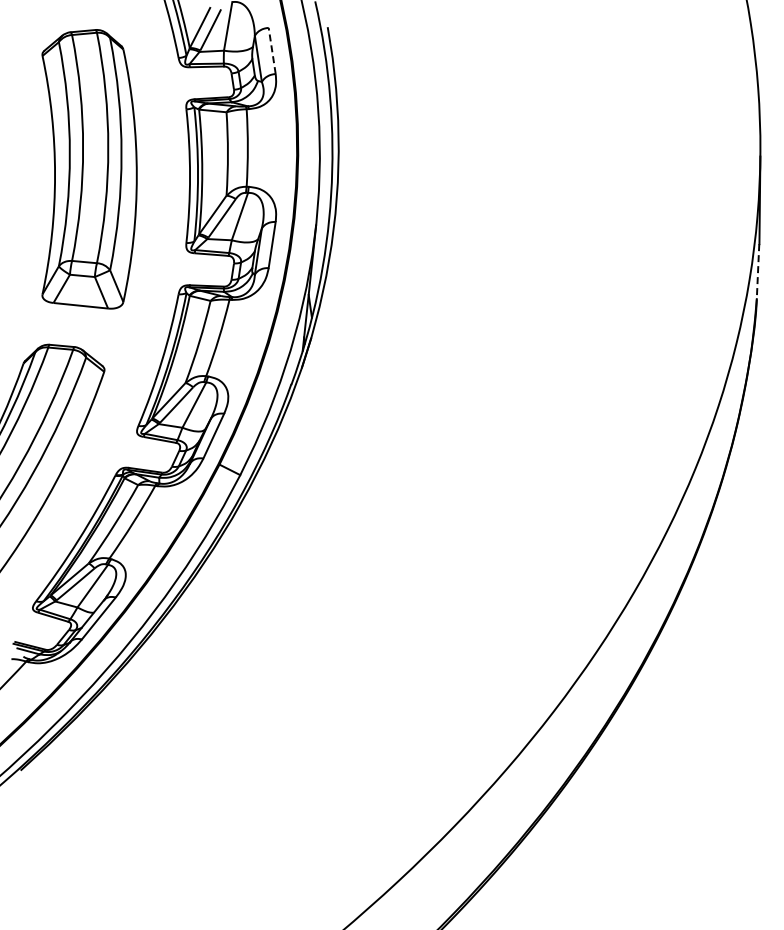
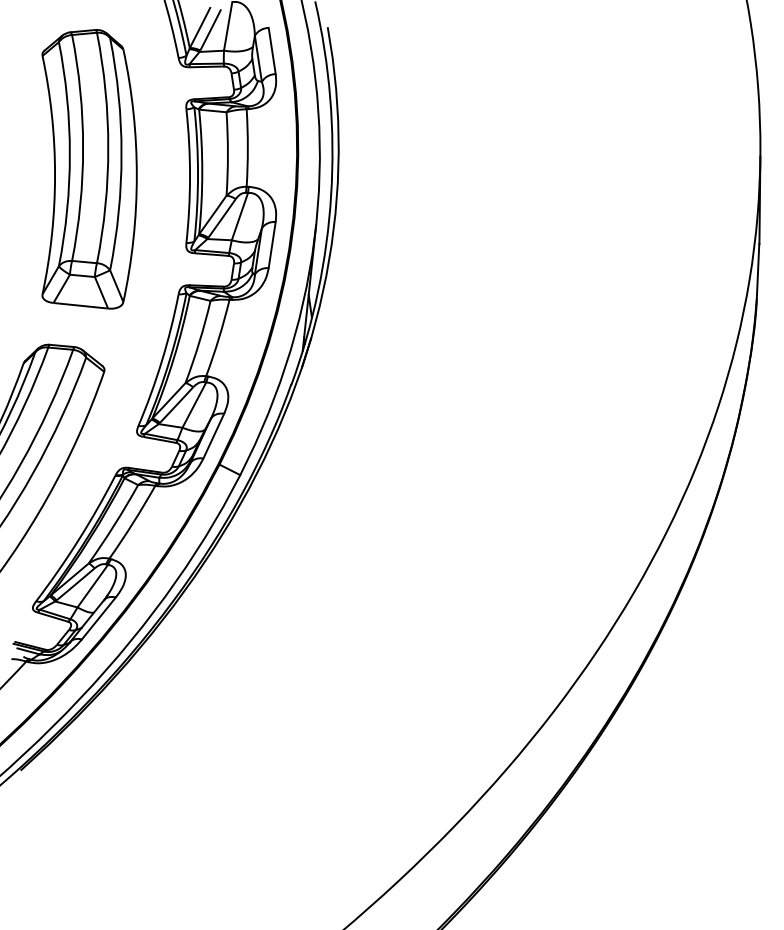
line at (272, 50): dashed -> solid
line at (758, 271): dashed -> solid
